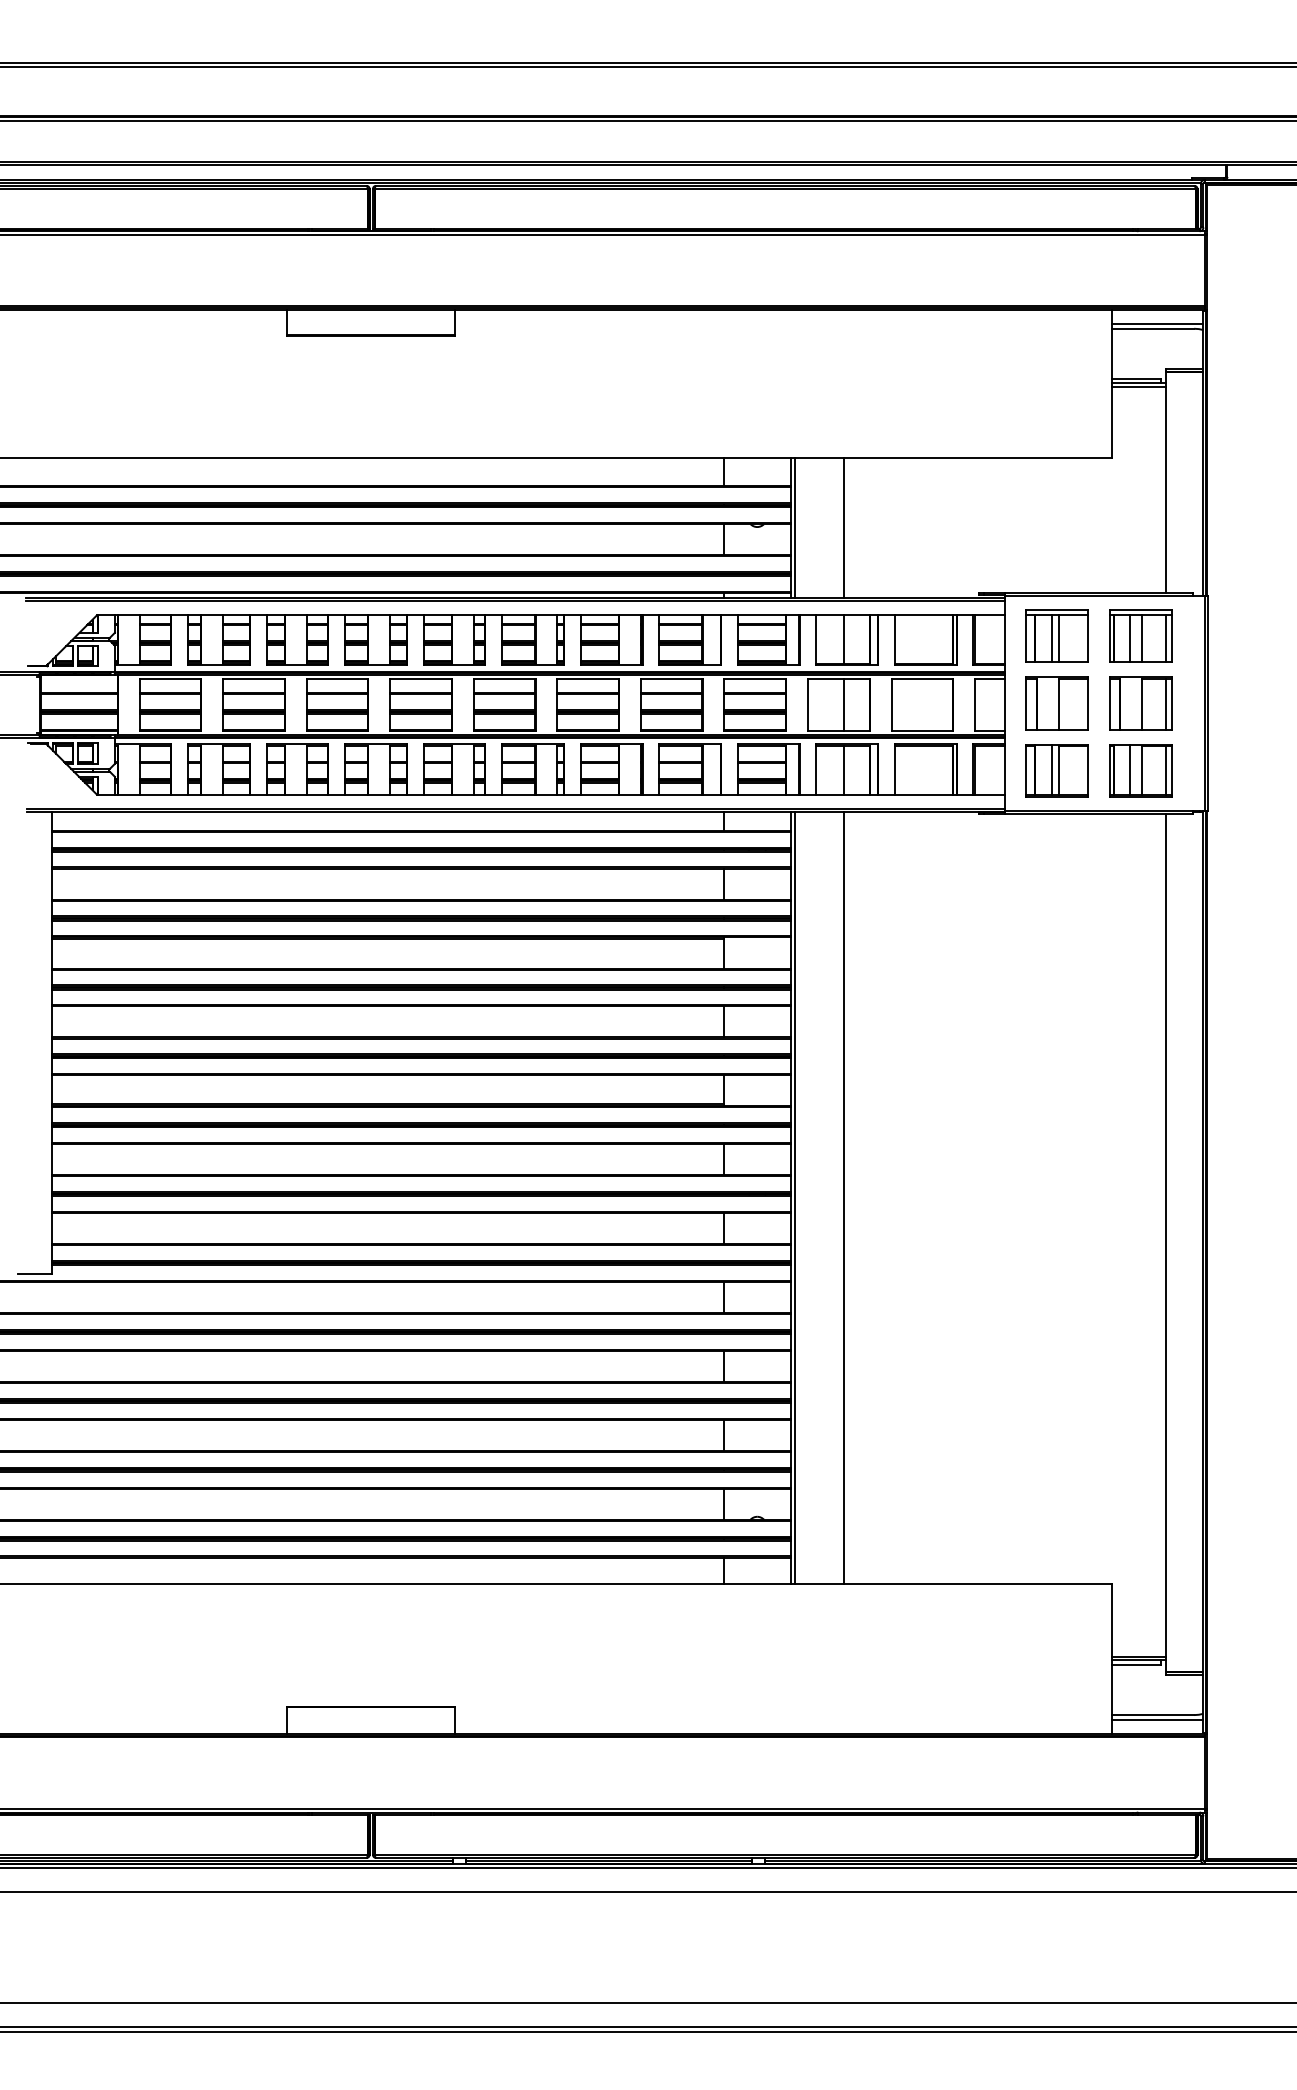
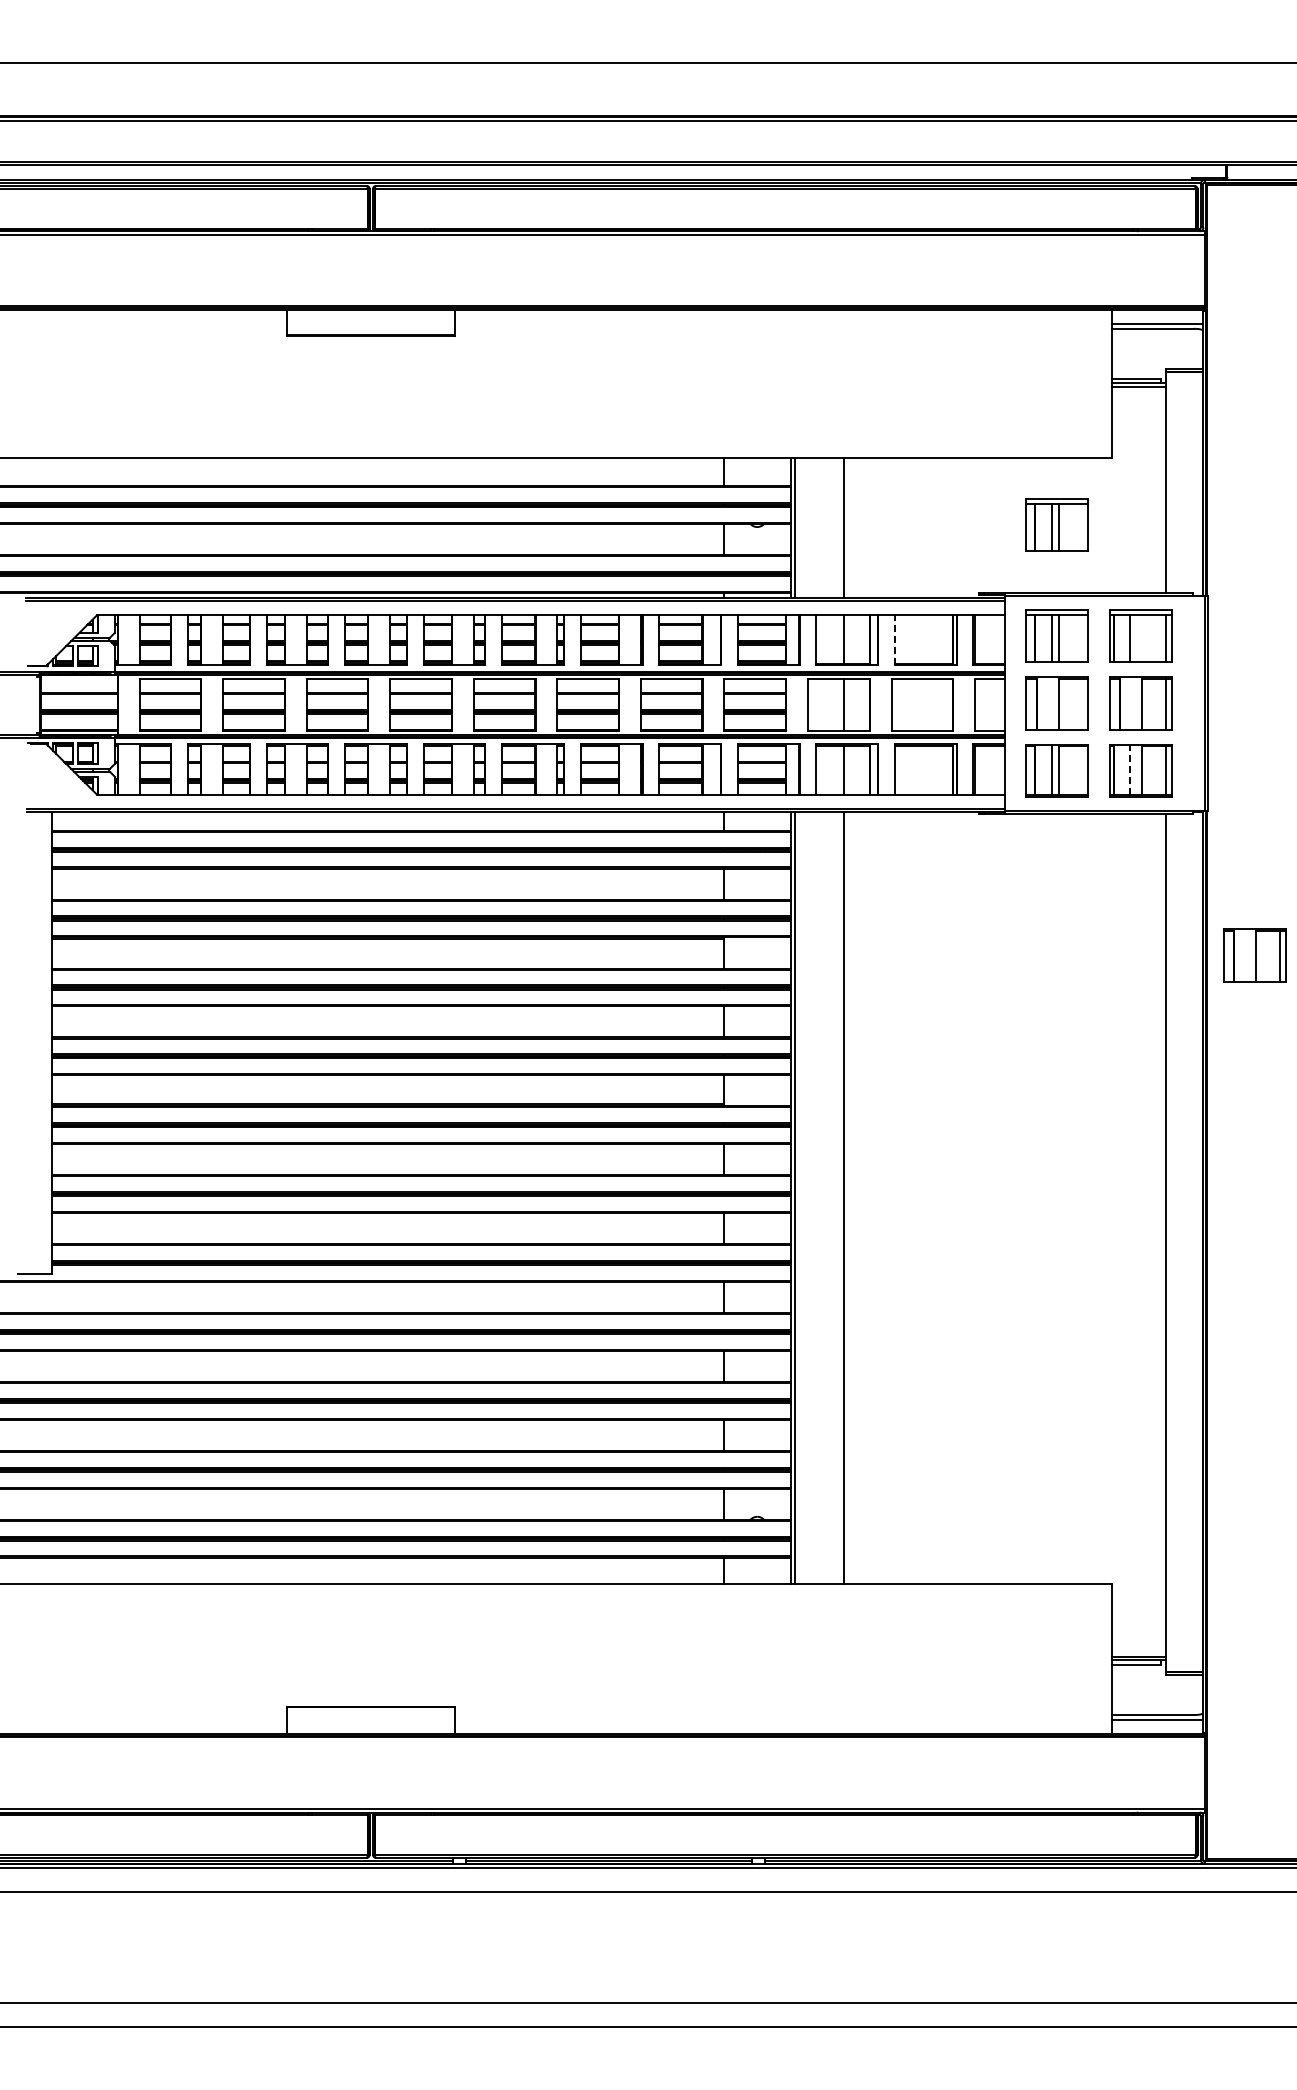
line at (647, 66): present -> none
part at (1056, 524): none -> present
line at (1142, 638): present -> none
line at (894, 639): solid -> dashed
line at (1130, 769): solid -> dashed
part at (1254, 955): none -> present
line at (647, 2031): present -> none
